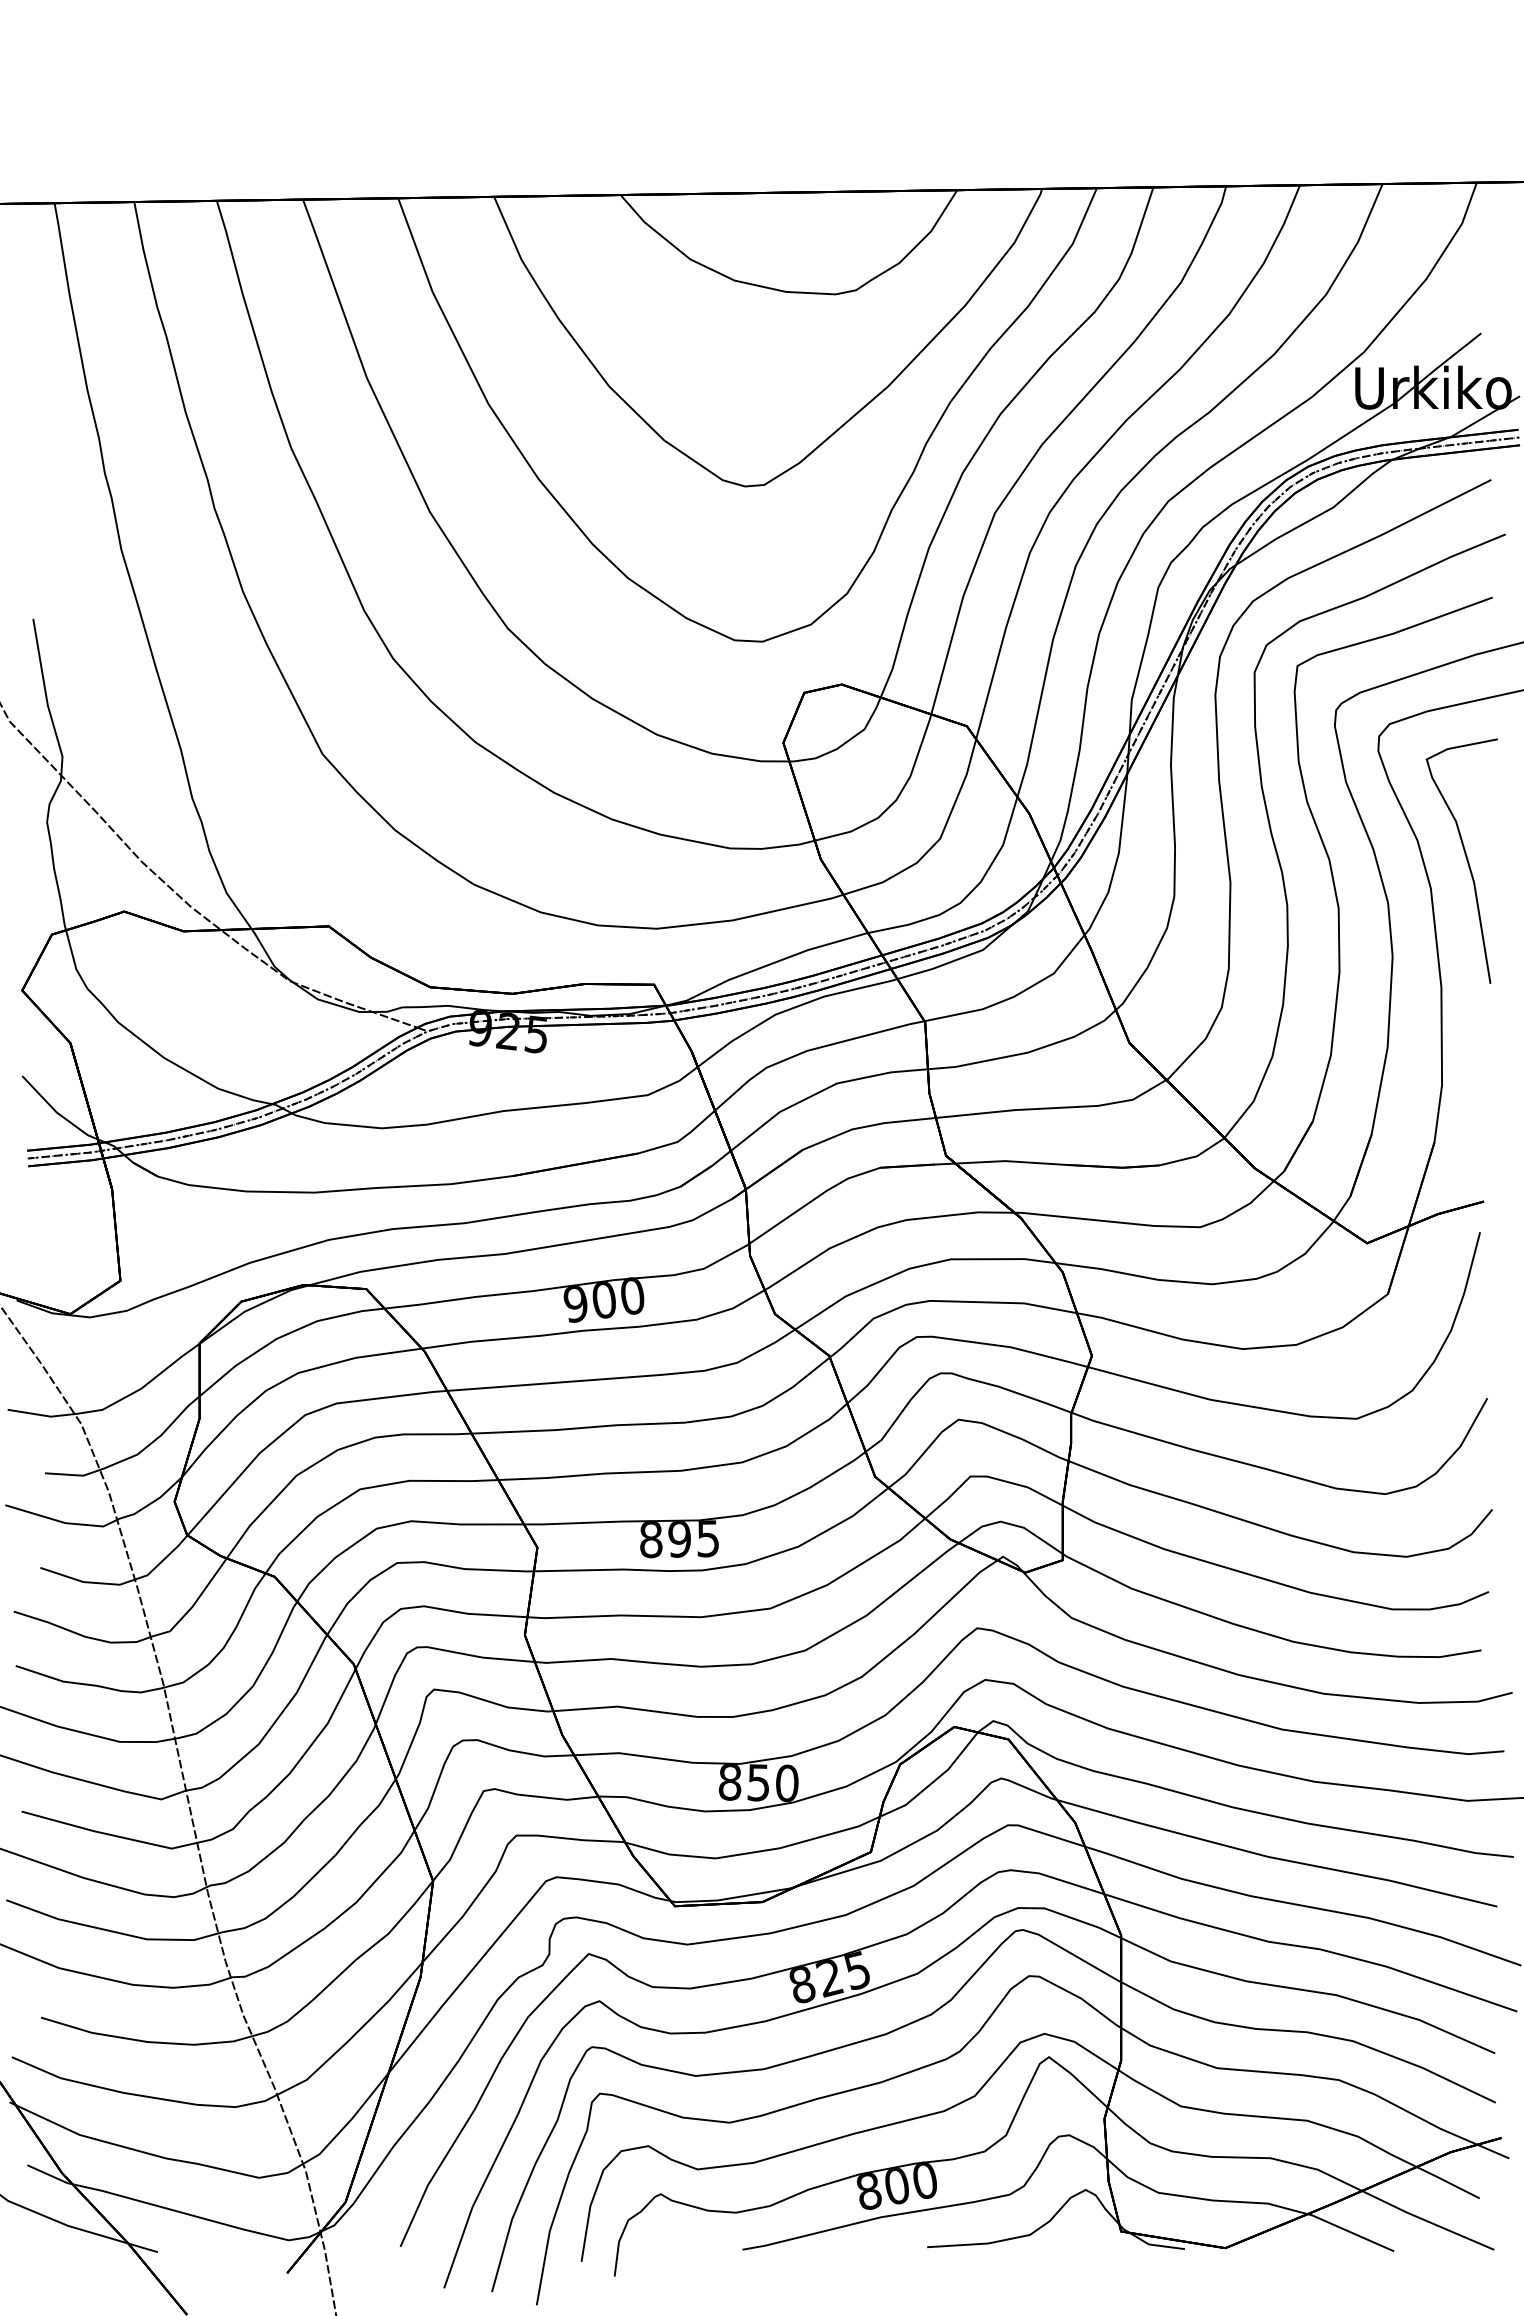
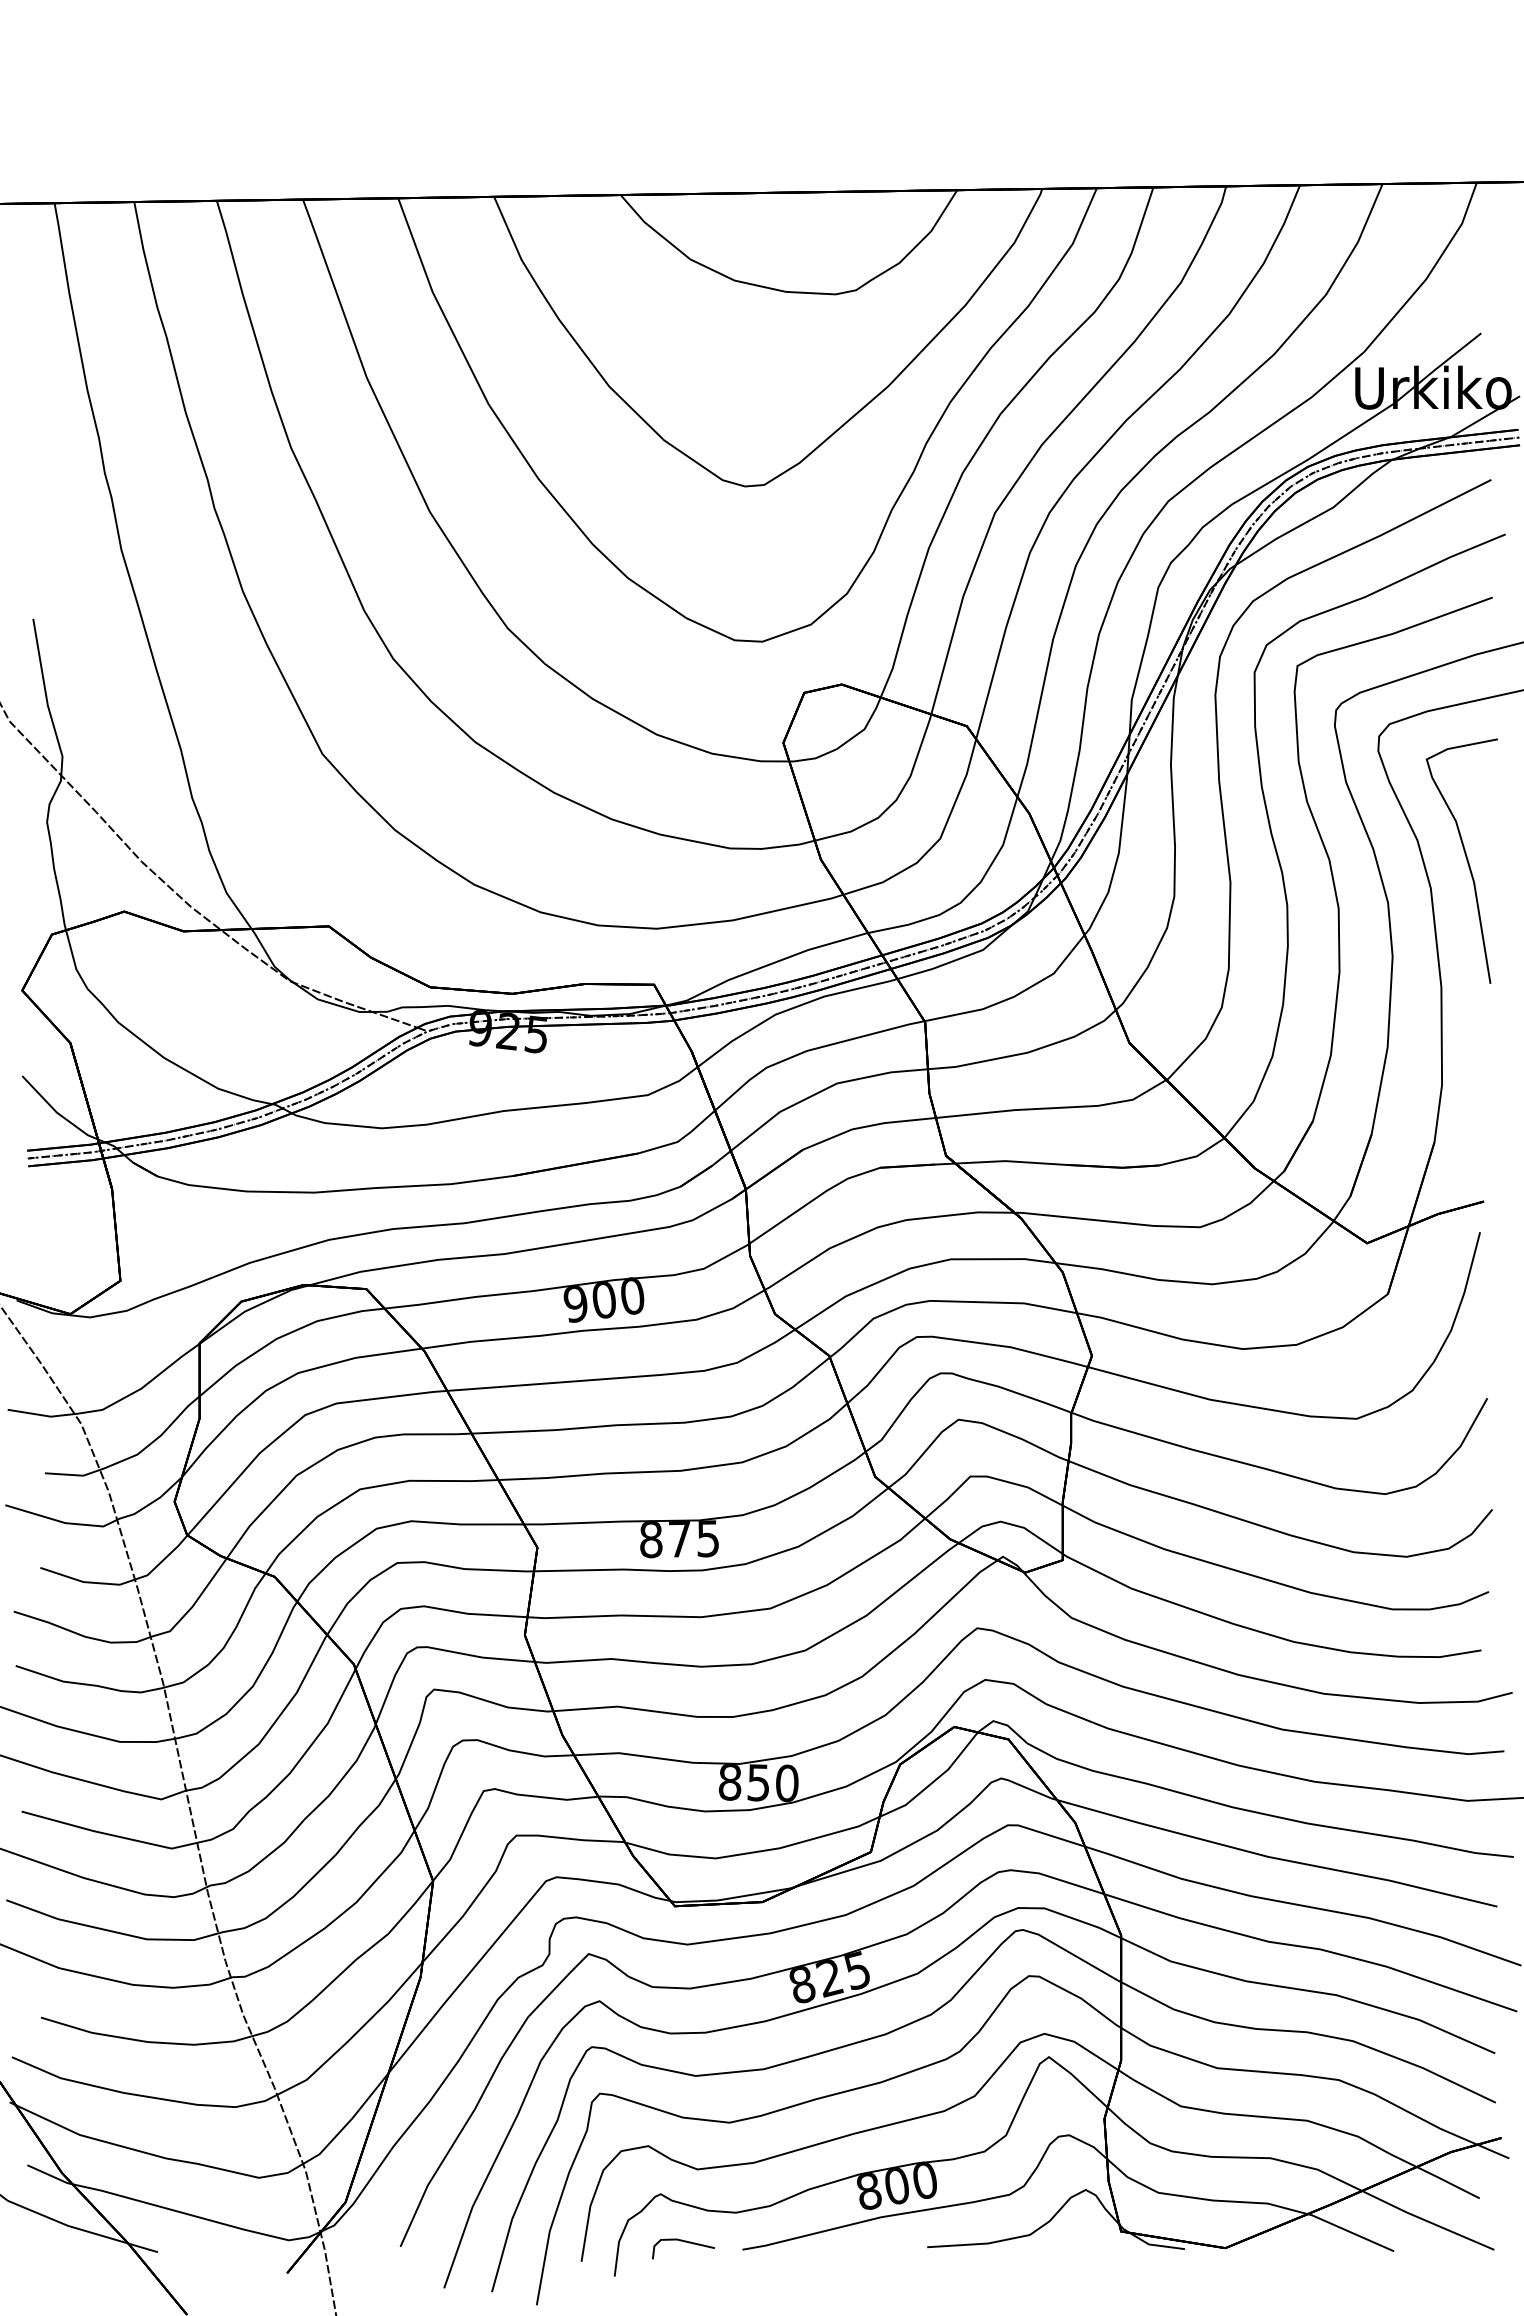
text at (679, 1539): 895 -> 875
line at (684, 2242): none -> present
